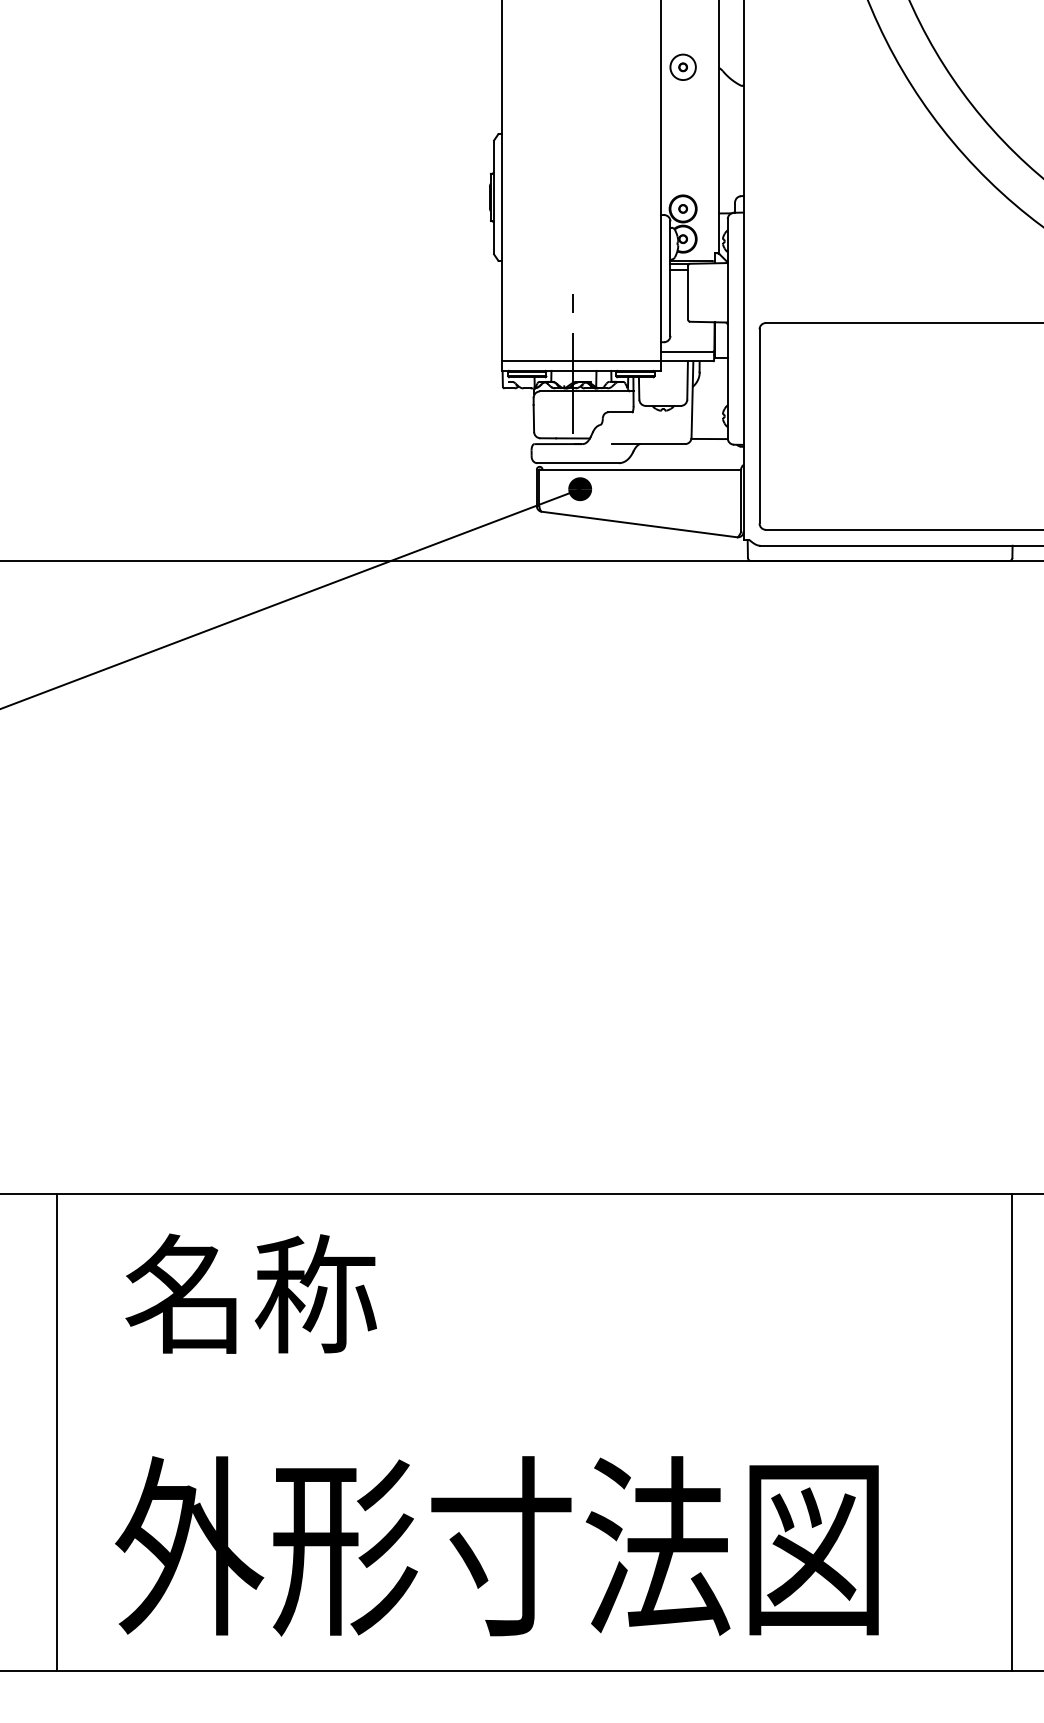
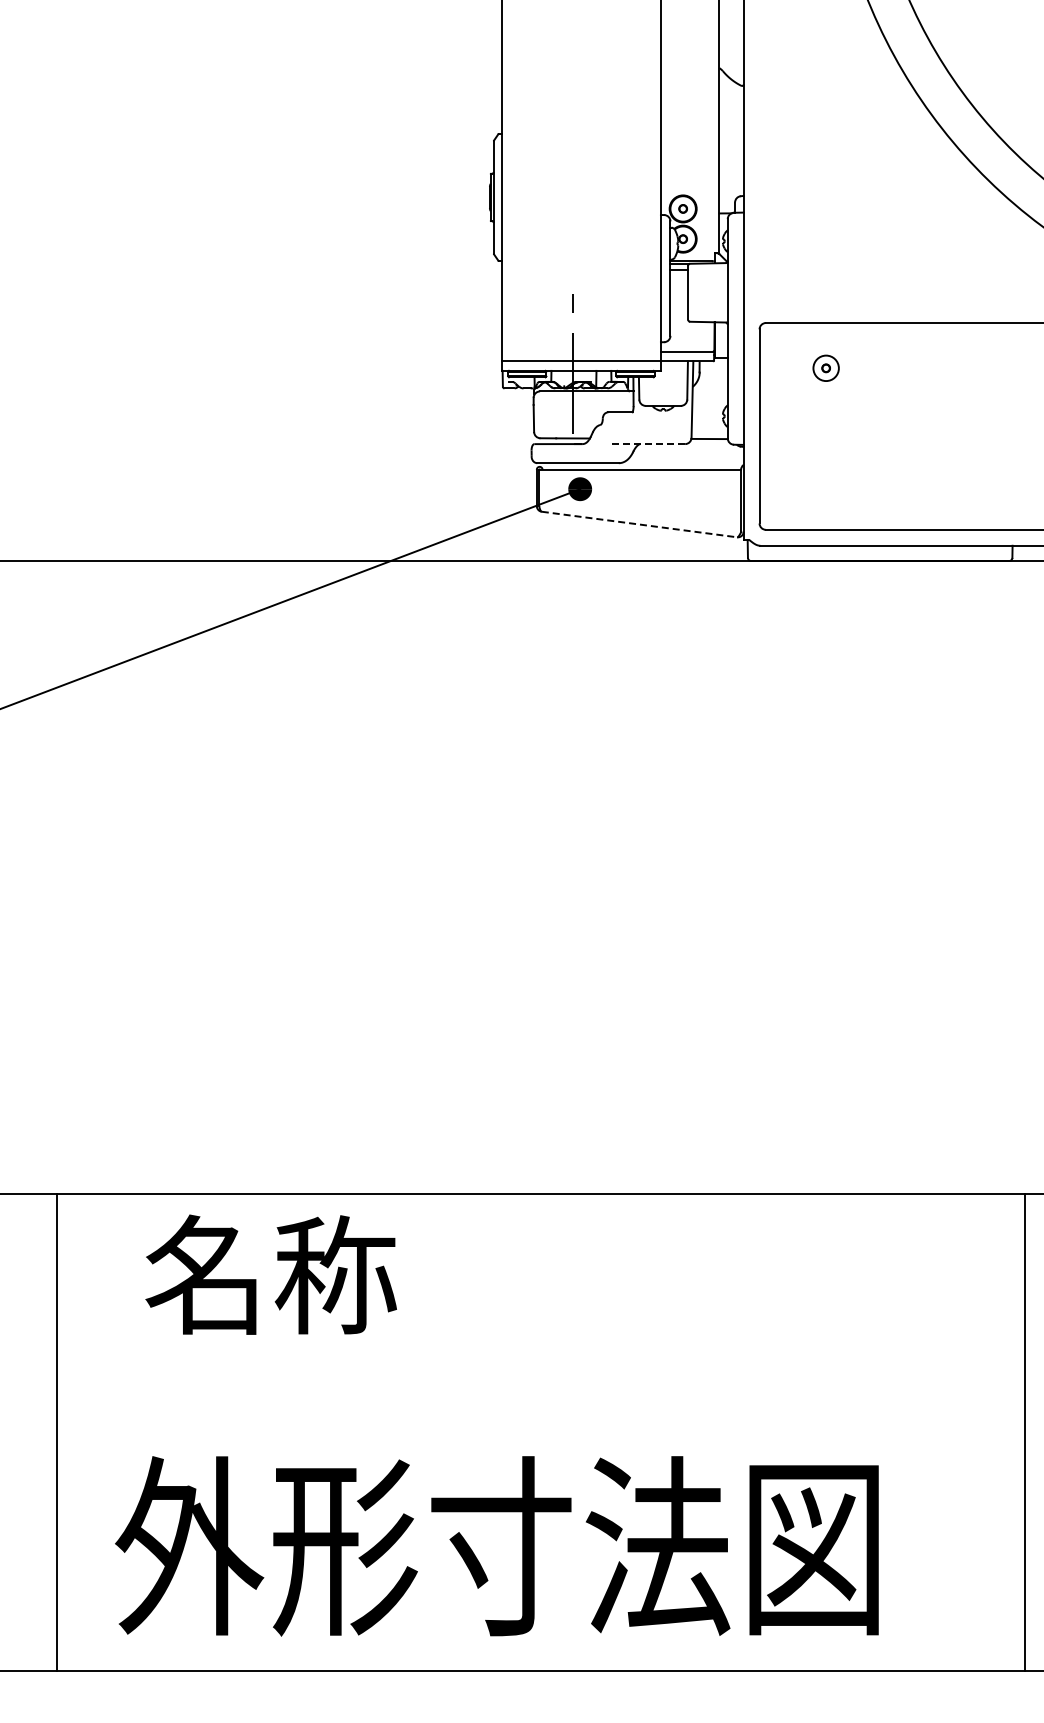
part at (682, 66) position: (682, 66) -> (825, 367)
line at (648, 444): solid -> dashed
line at (639, 524): solid -> dashed
text at (250, 1293) position: (250, 1293) -> (270, 1274)
line at (1011, 1432) position: (1011, 1432) -> (1024, 1432)
